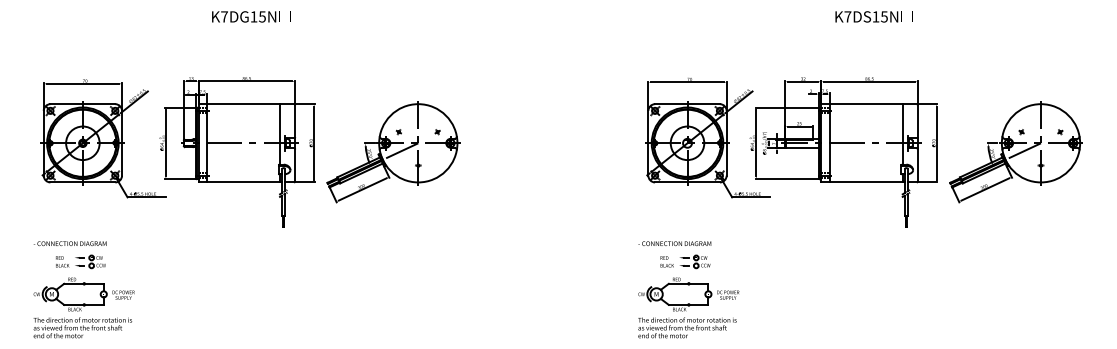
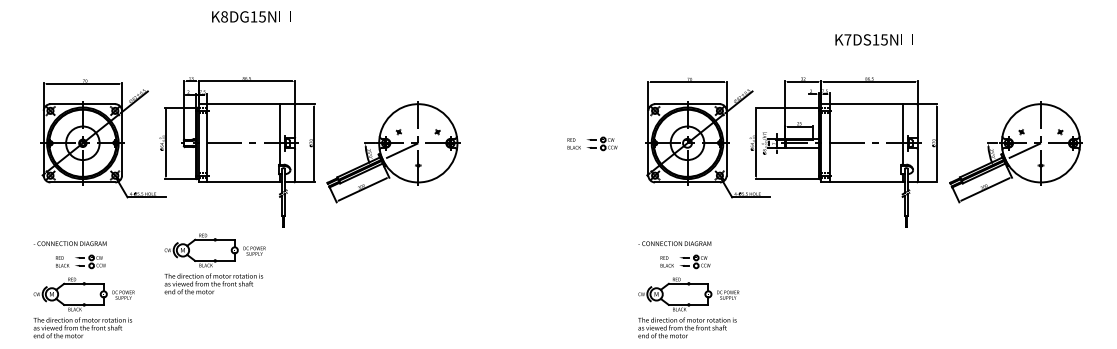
text at (224, 16): K7DG15N -> K8DG15N
text at (873, 16) position: (873, 16) -> (873, 39)
part at (592, 143): none -> present
part at (214, 263): none -> present
